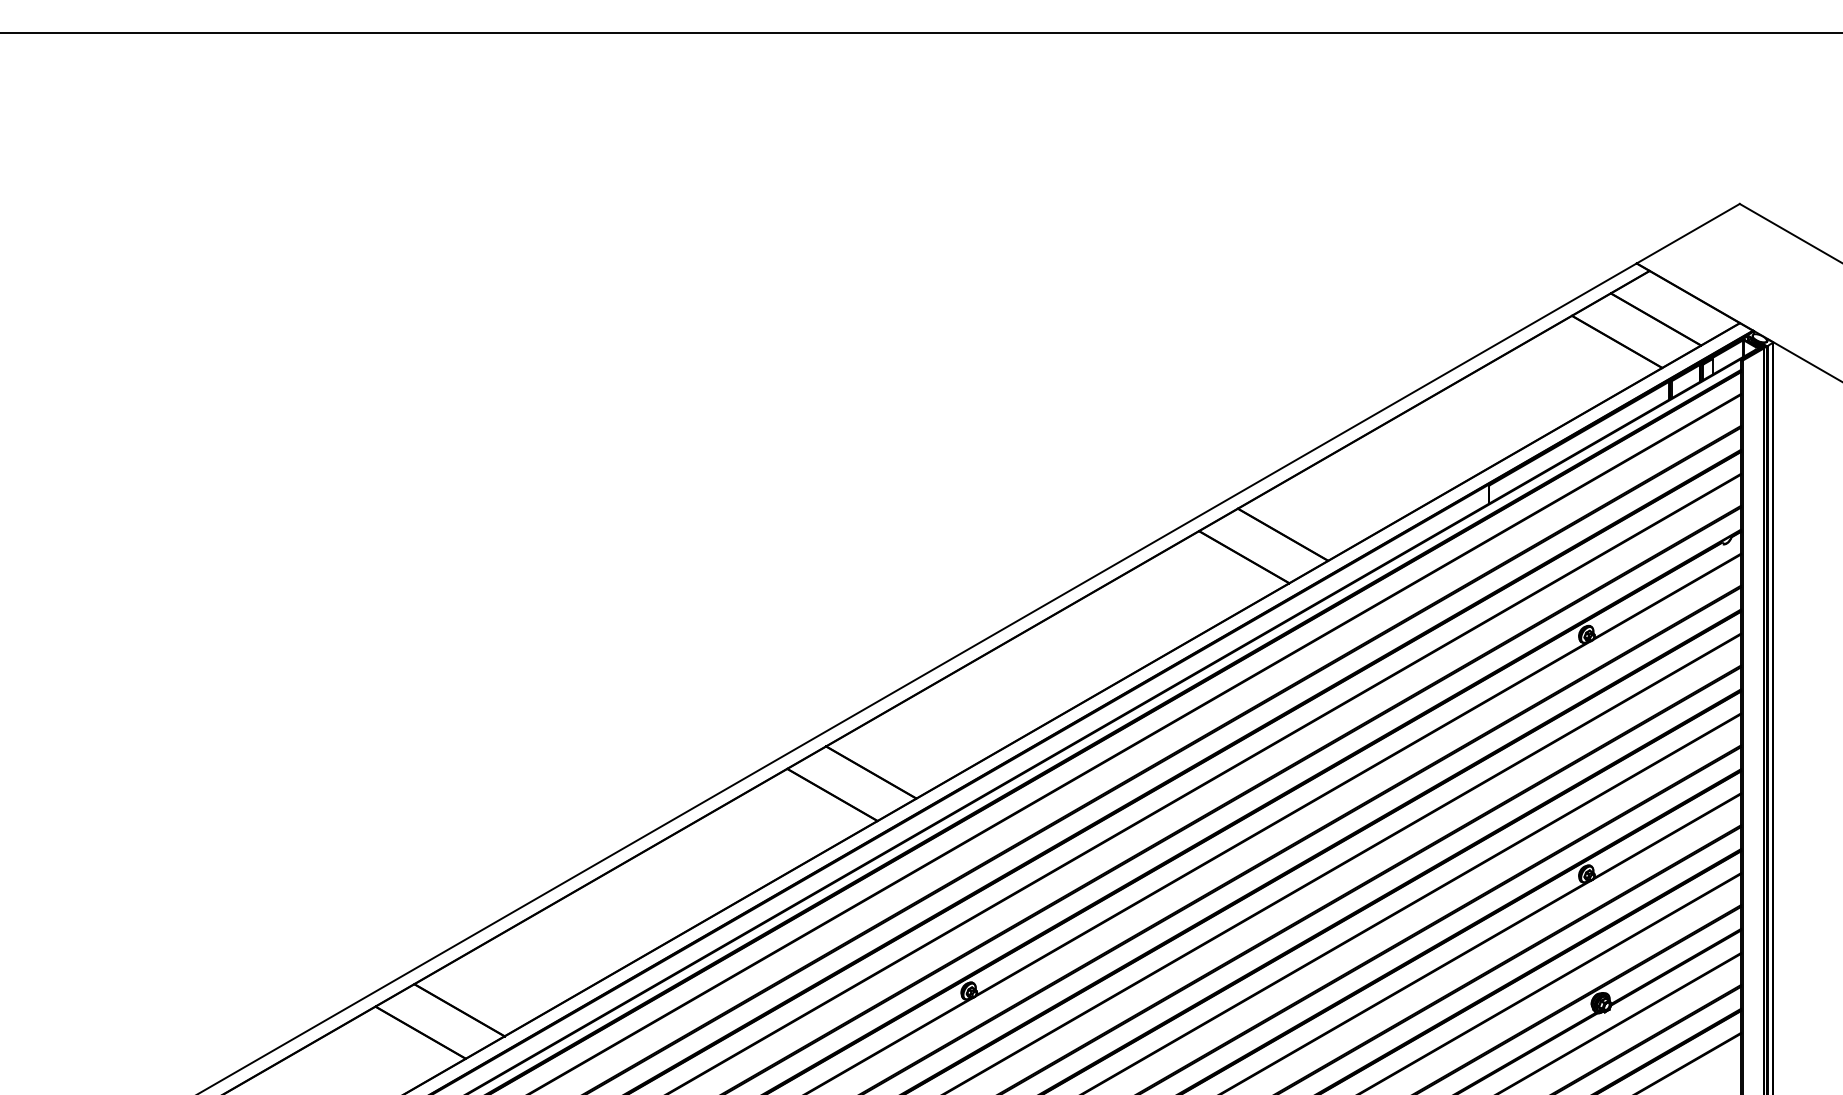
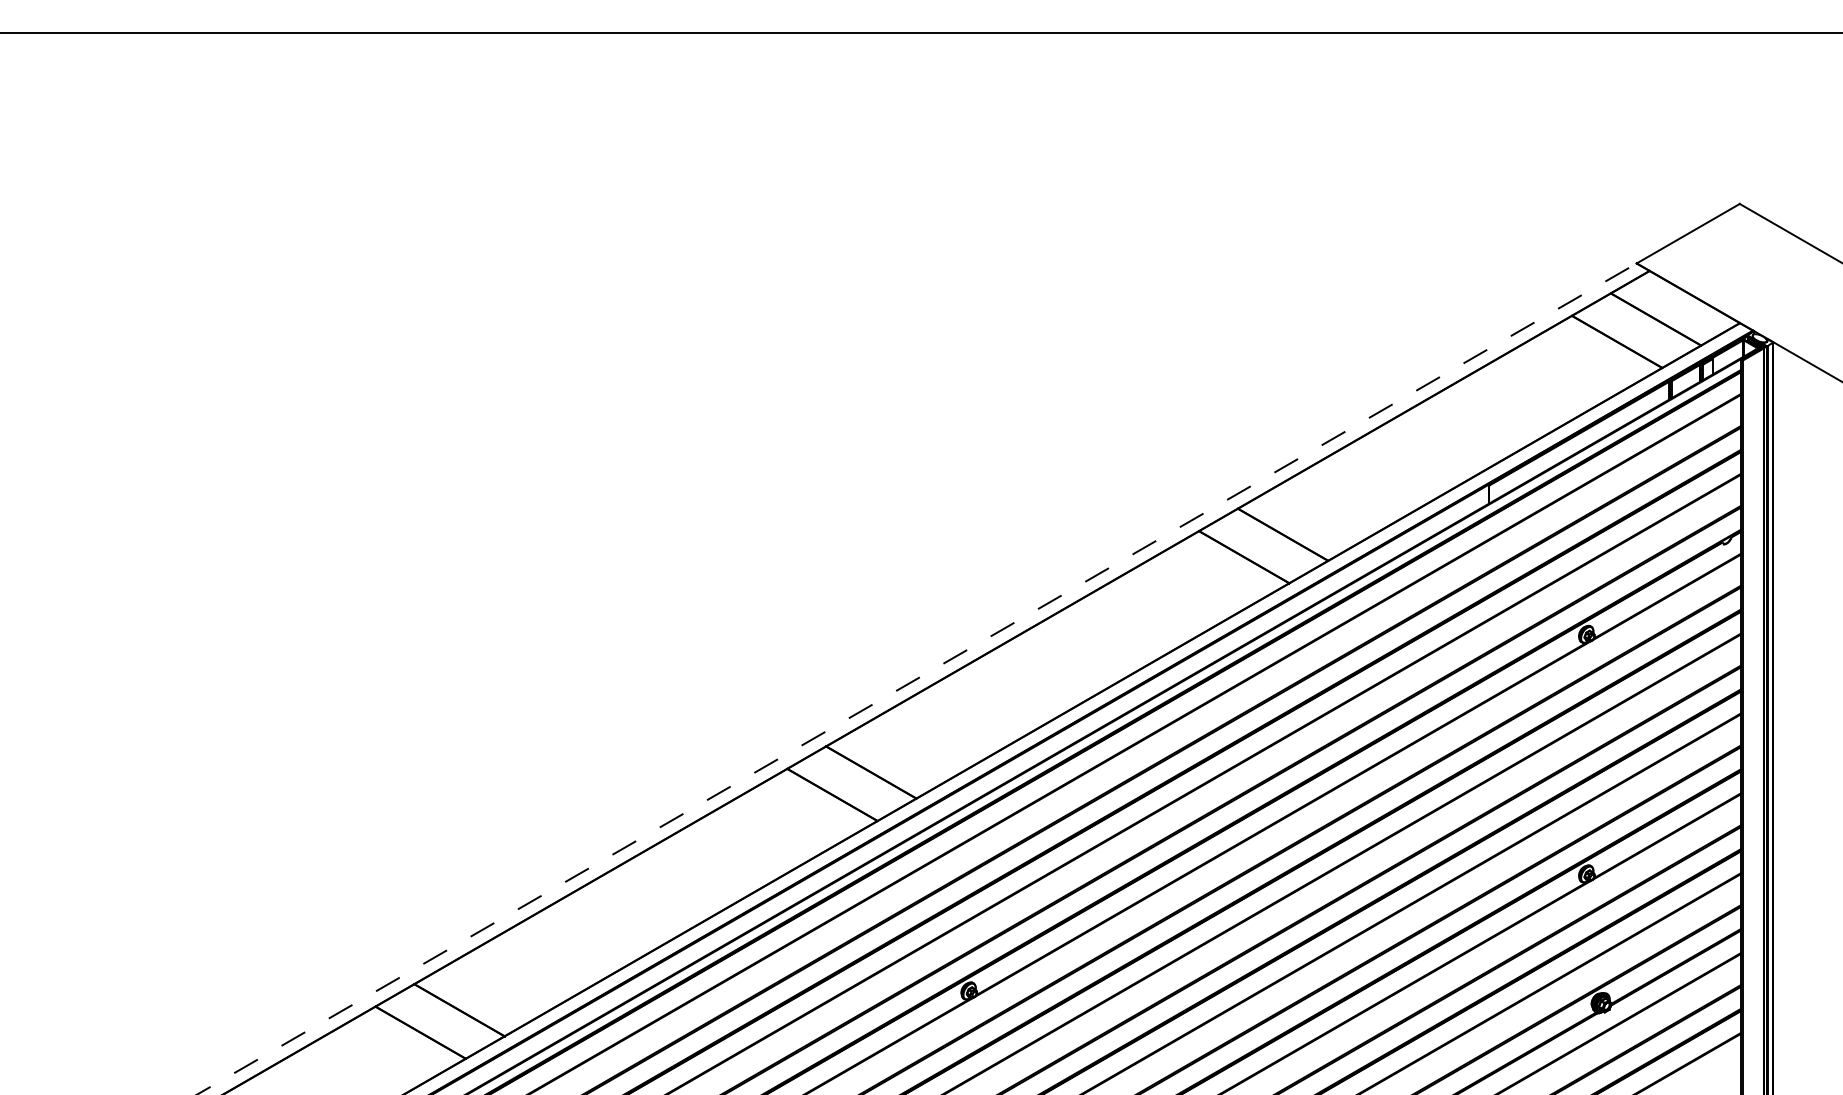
line at (917, 678): solid -> dashed
